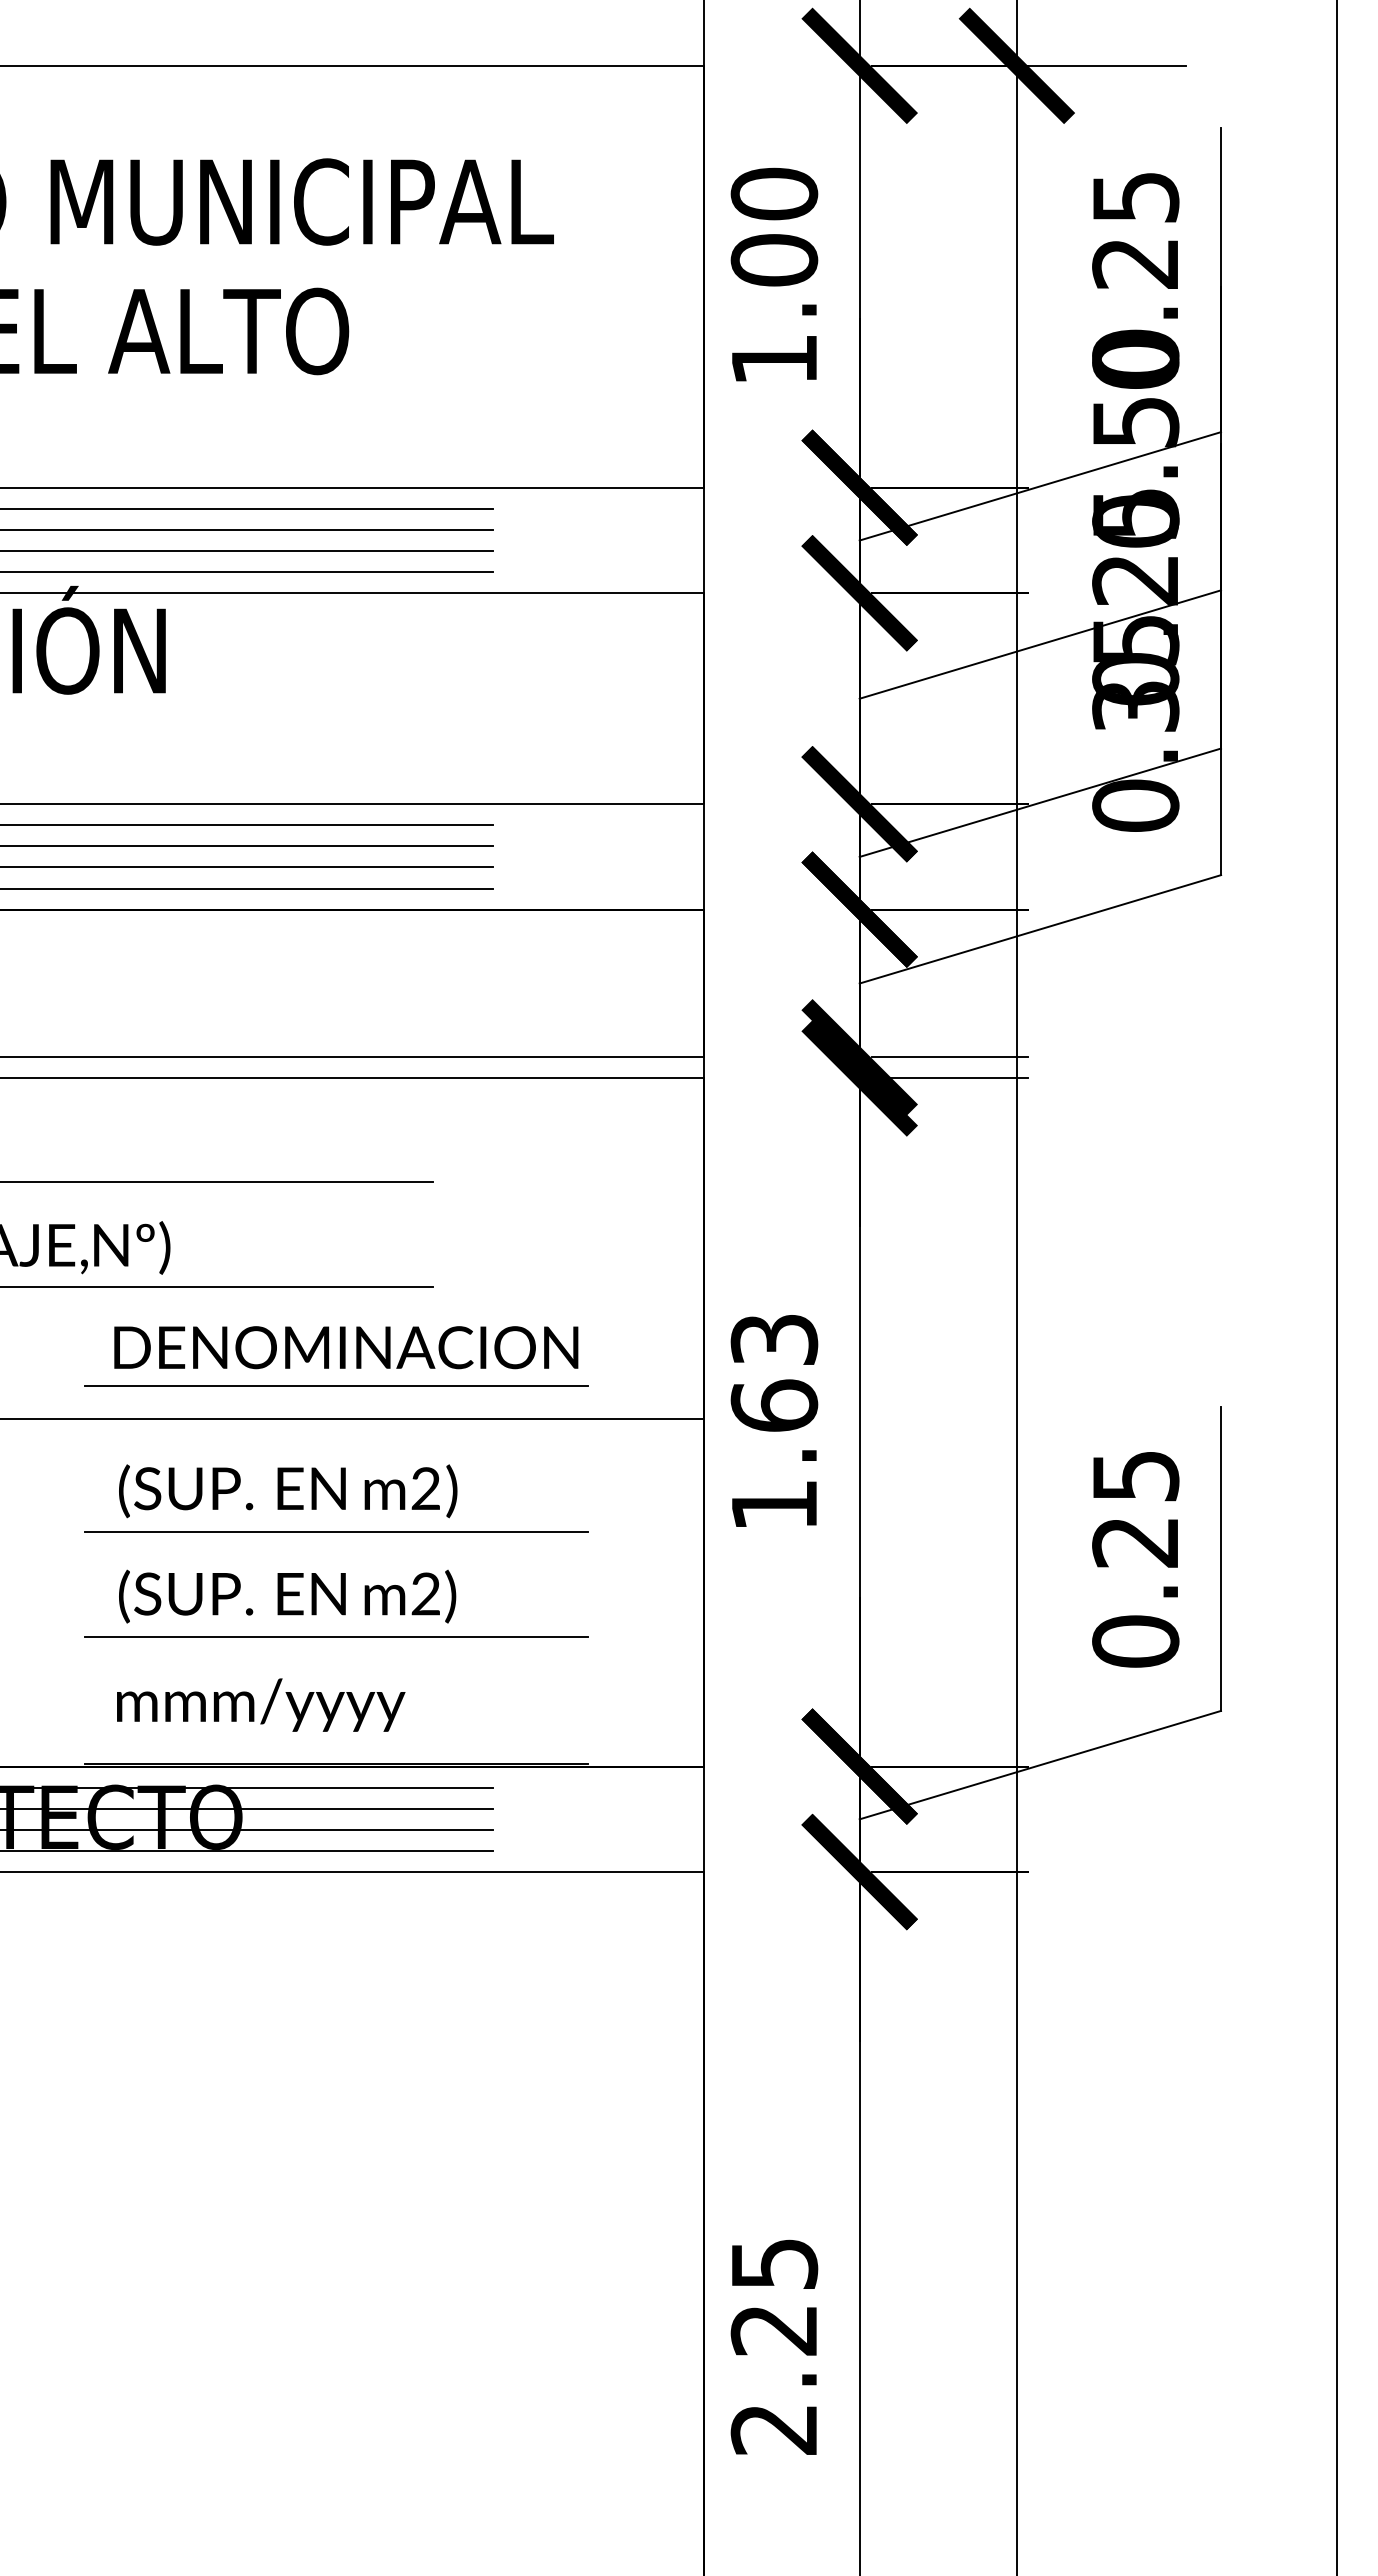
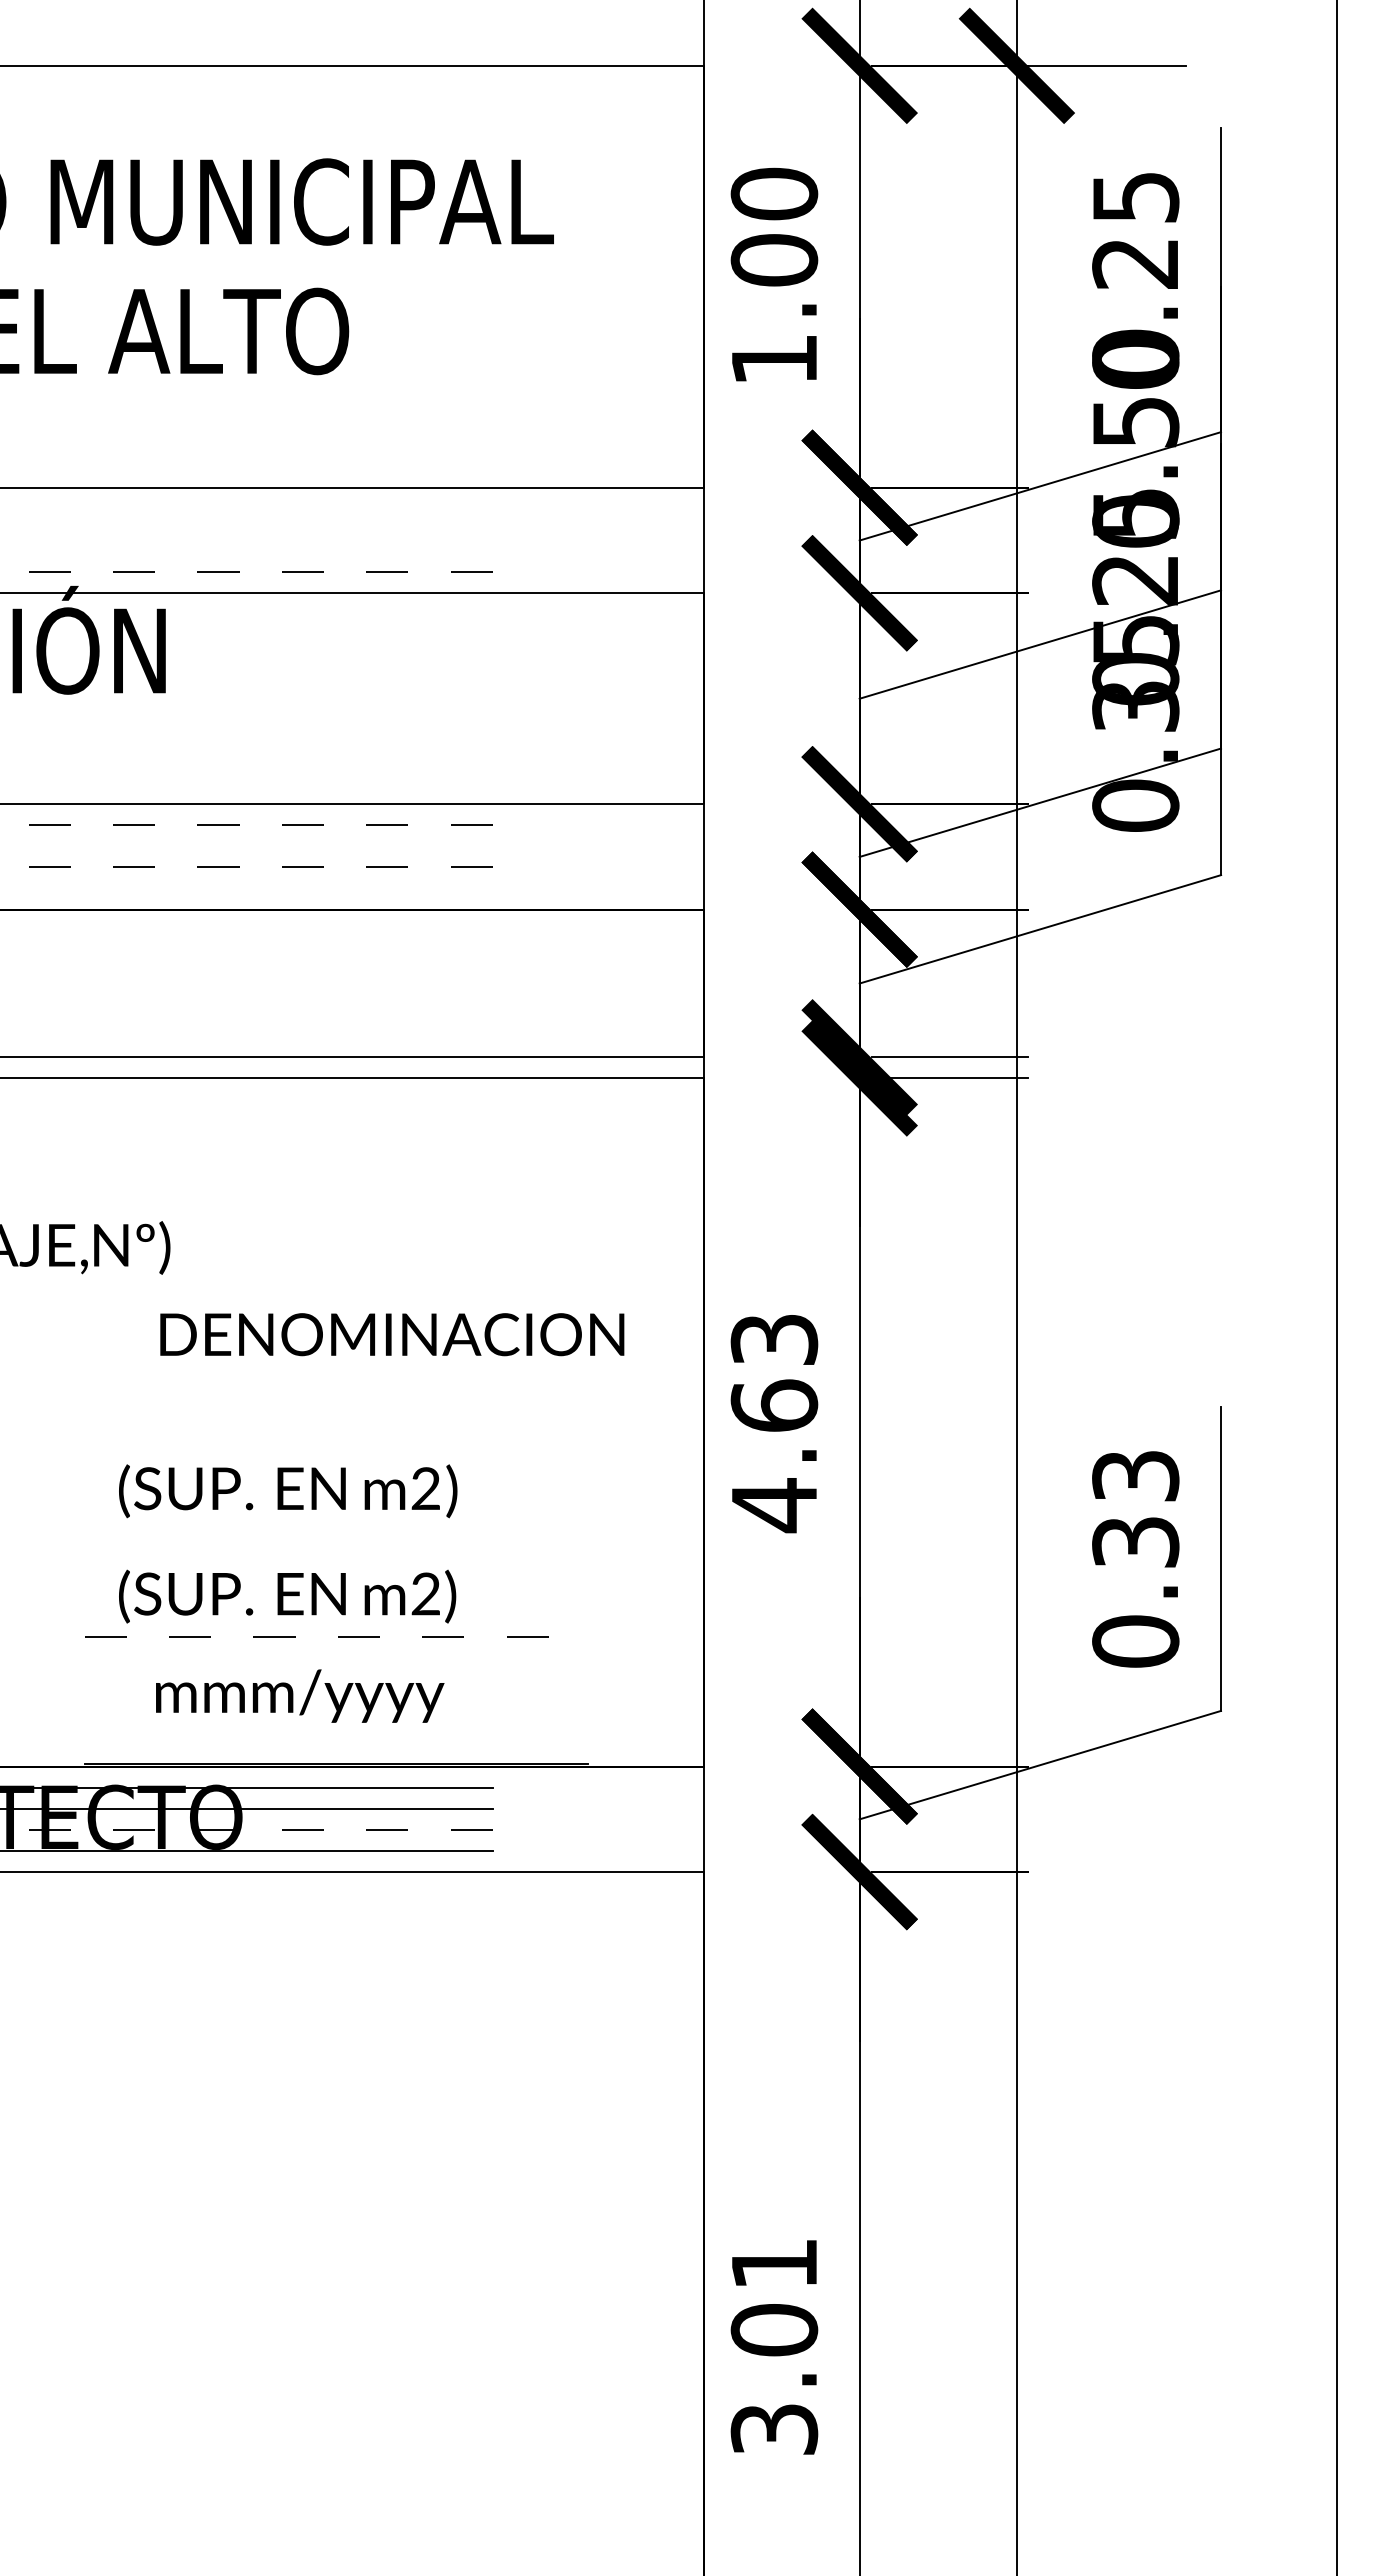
line at (247, 508): present -> none
line at (247, 529): present -> none
line at (247, 551): present -> none
line at (246, 572): solid -> dashed
line at (246, 825): solid -> dashed
line at (247, 846): present -> none
line at (246, 867): solid -> dashed
line at (247, 888): present -> none
line at (217, 1182): present -> none
line at (217, 1287): present -> none
text at (346, 1347) position: (346, 1347) -> (392, 1334)
line at (335, 1386): present -> none
line at (352, 1418): present -> none
text at (774, 1505): 1.63 -> 4.63
text at (1135, 1509): 0.25 -> 0.33
line at (335, 1532): present -> none
line at (336, 1637): solid -> dashed
text at (261, 1704) position: (261, 1704) -> (300, 1695)
line at (246, 1829): solid -> dashed
text at (774, 2346): 2.25 -> 3.01
